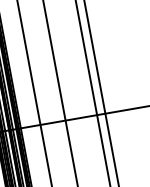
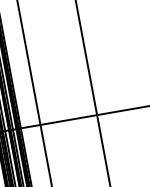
line at (60, 92): present -> none
line at (101, 92): present -> none
